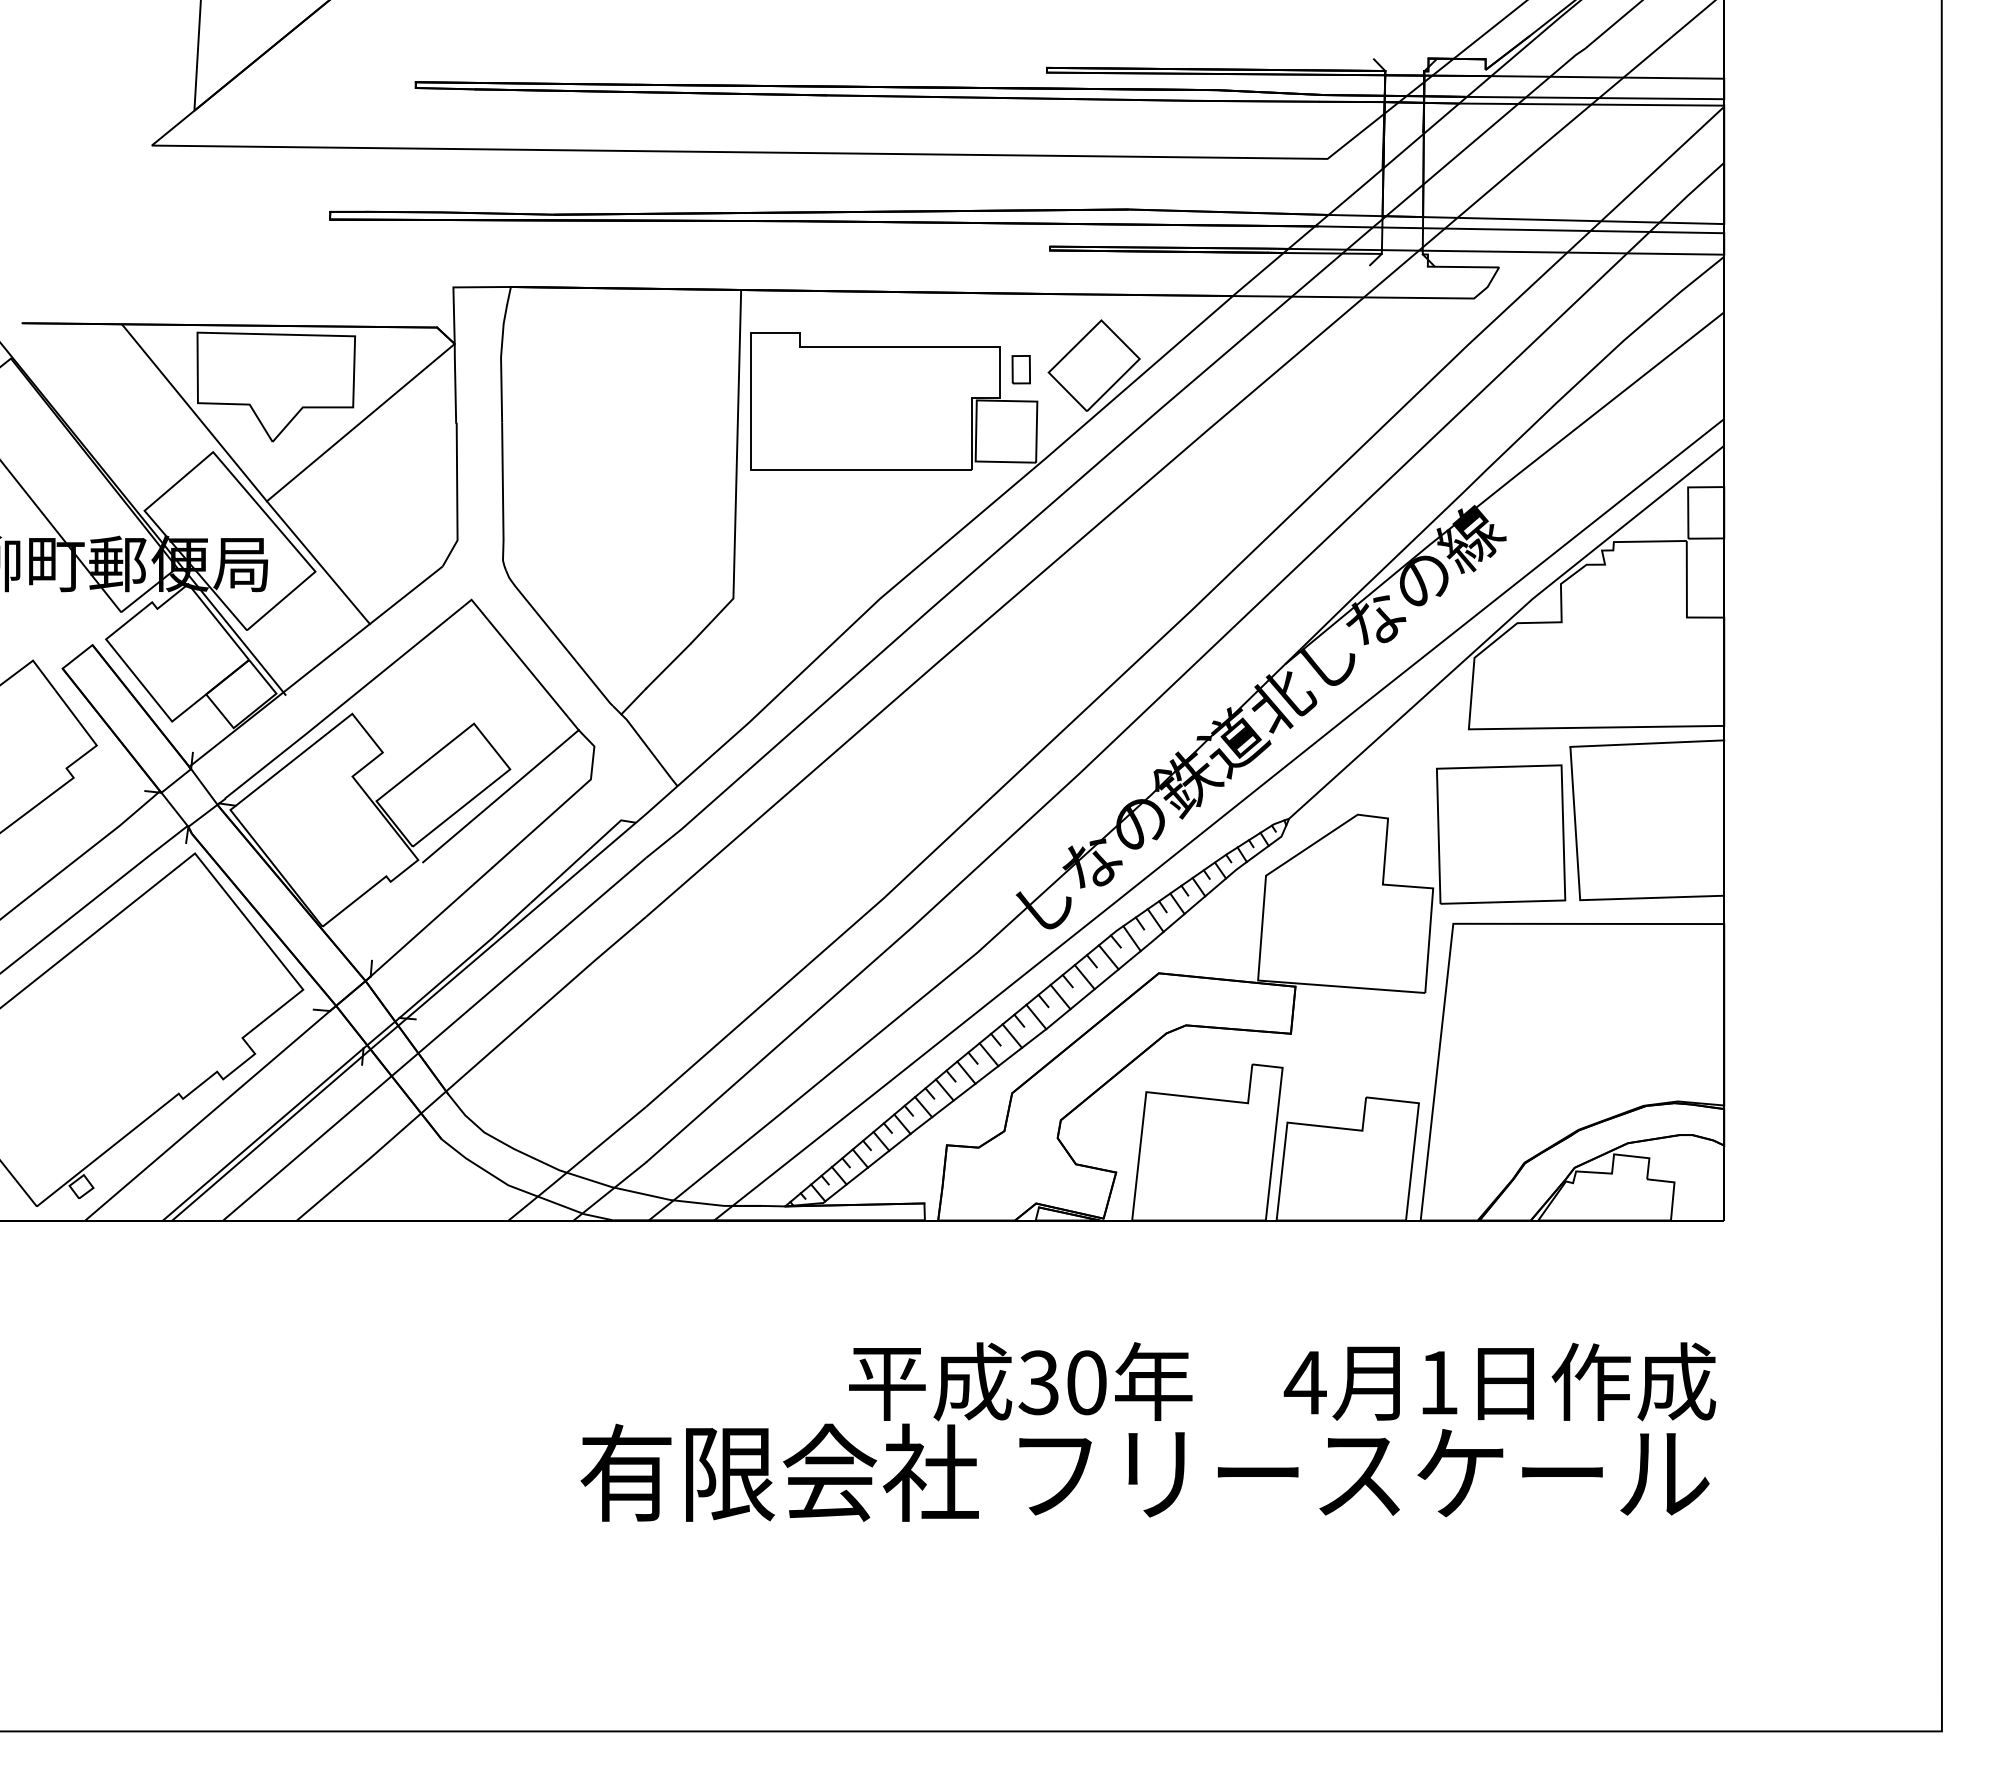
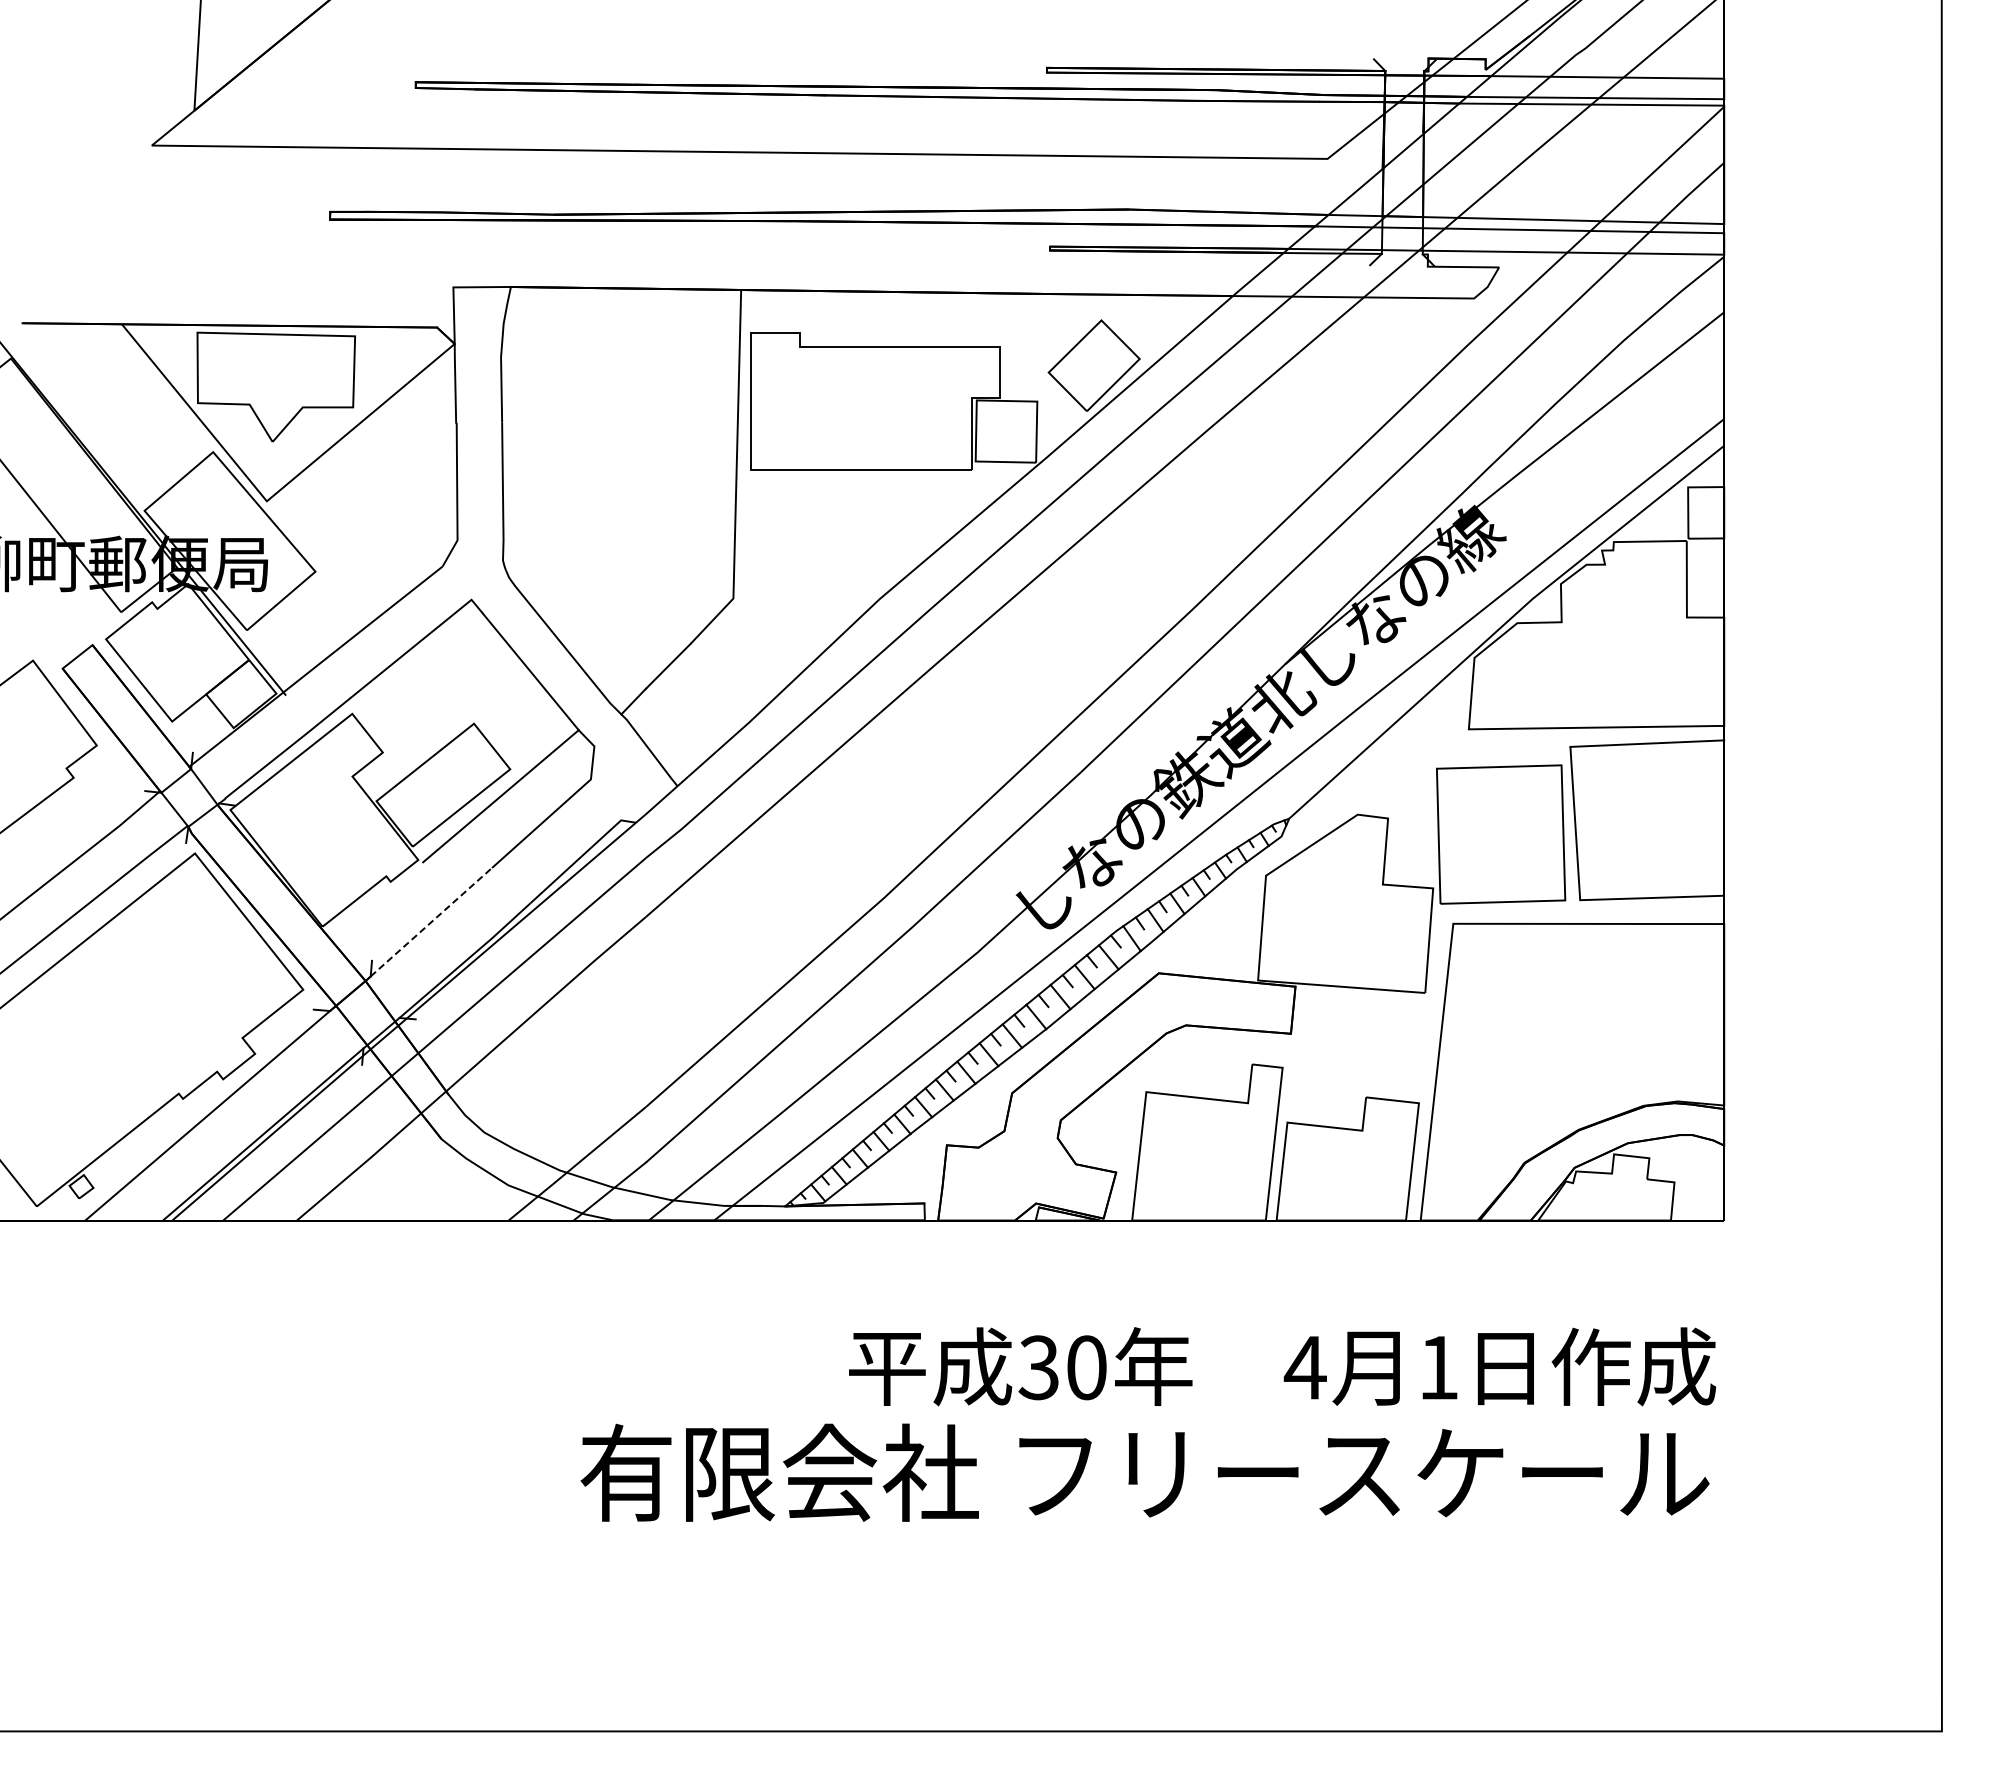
part at (1020, 369): present -> none
line at (317, 562): present -> none
line at (431, 921): solid -> dashed
text at (1282, 1381) position: (1282, 1381) -> (1282, 1366)
